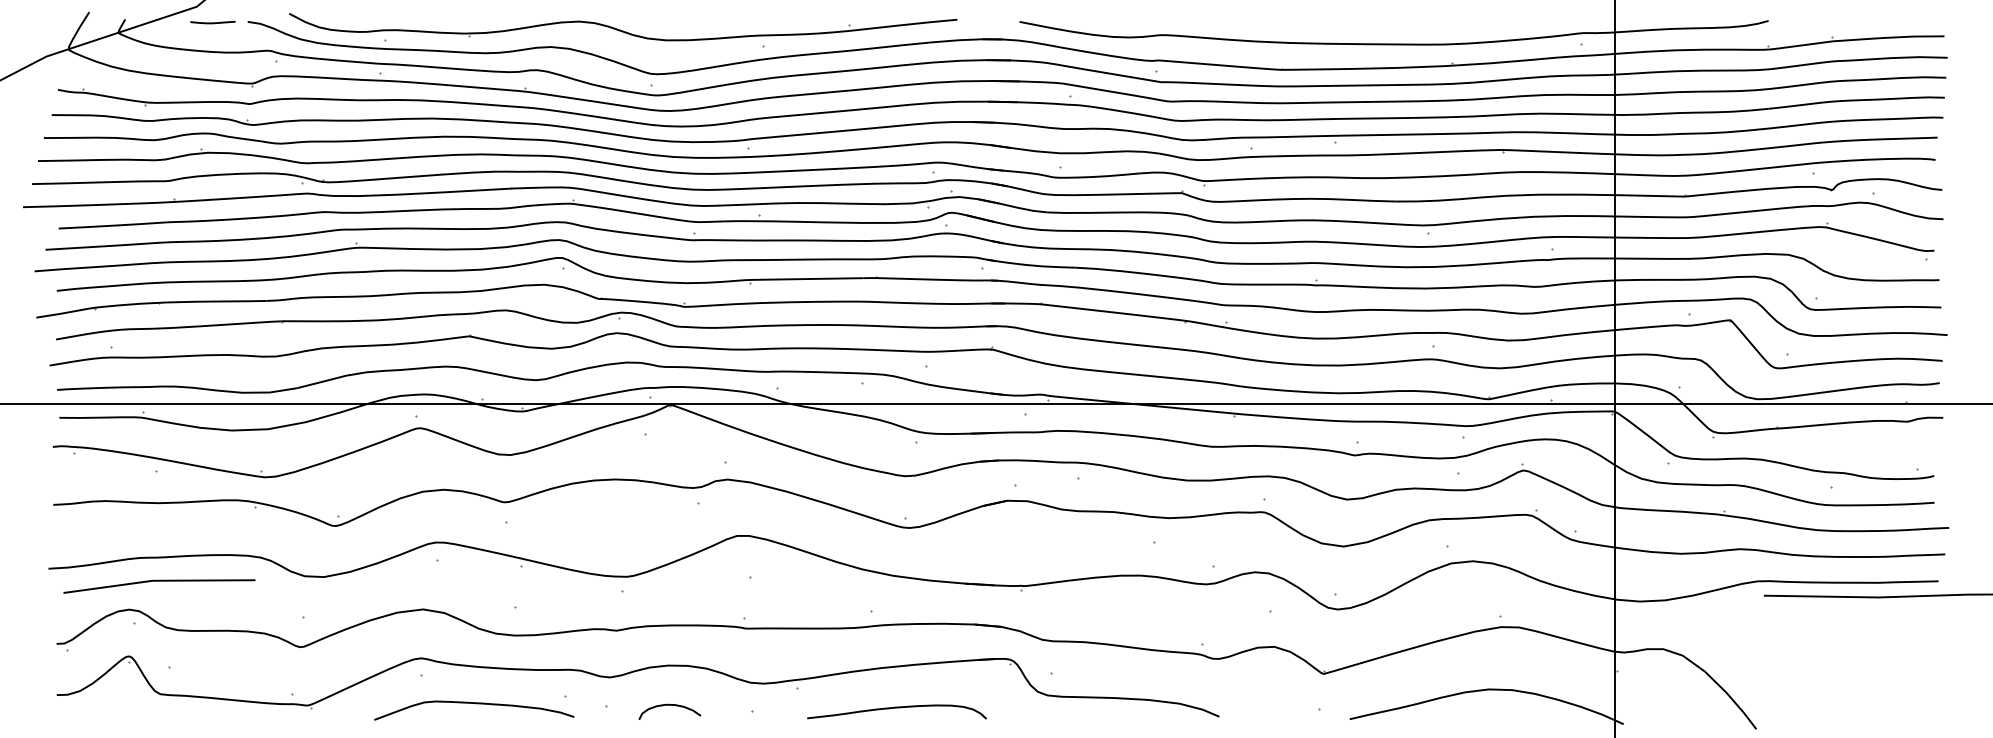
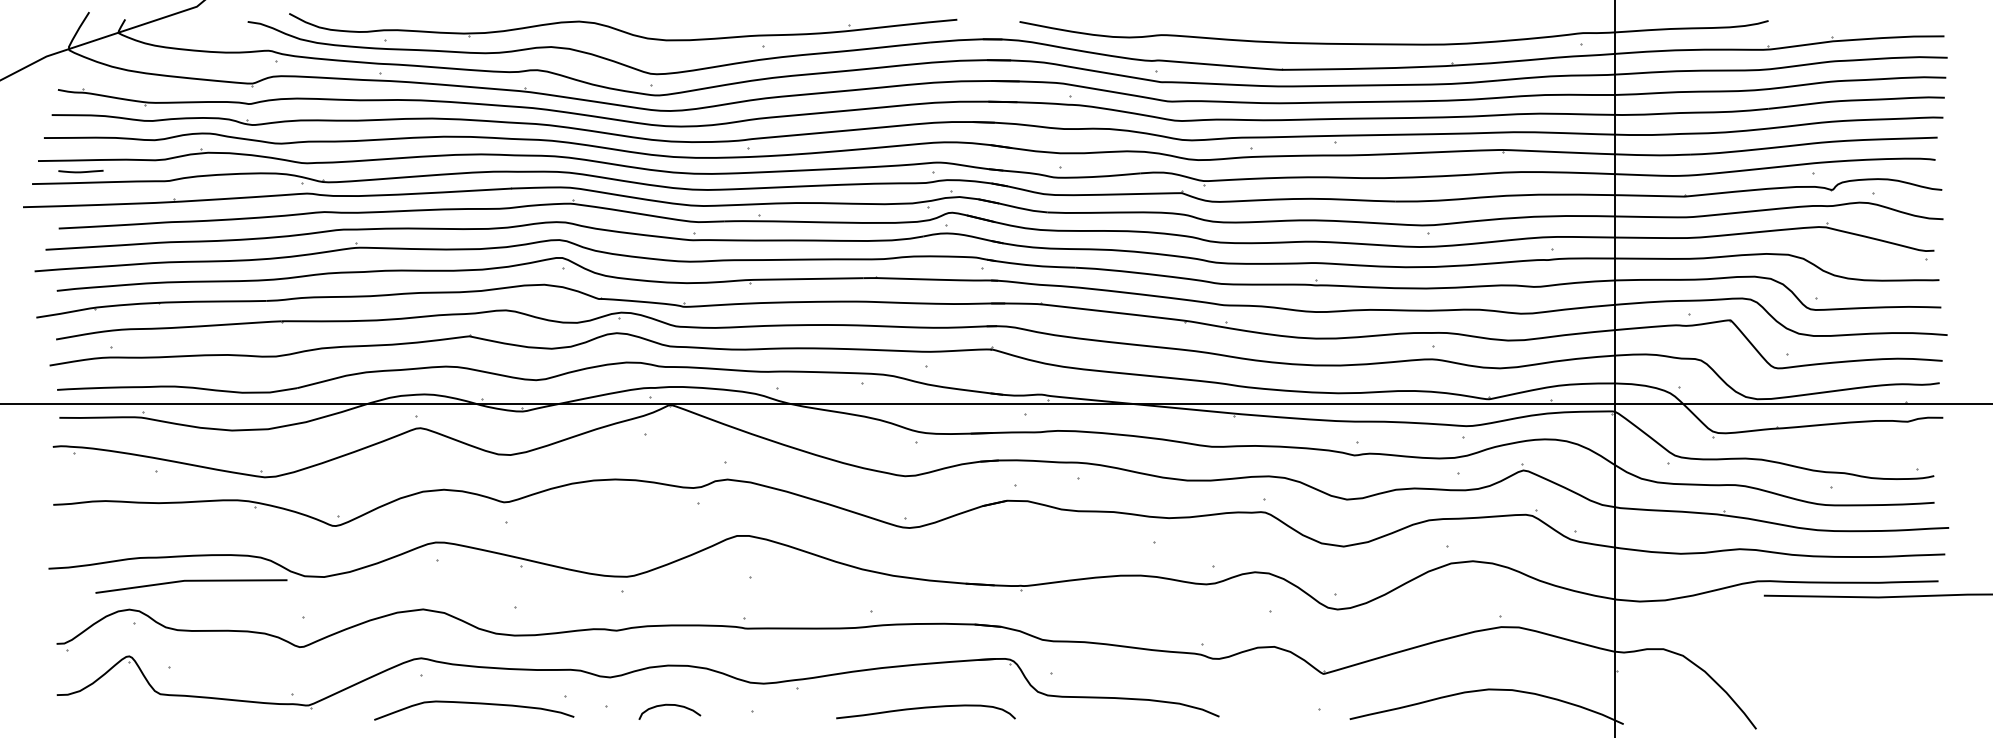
curve at (212, 22) position: (212, 22) -> (80, 171)
line at (159, 581) position: (159, 581) -> (191, 581)
curve at (896, 708) position: (896, 708) -> (925, 708)
